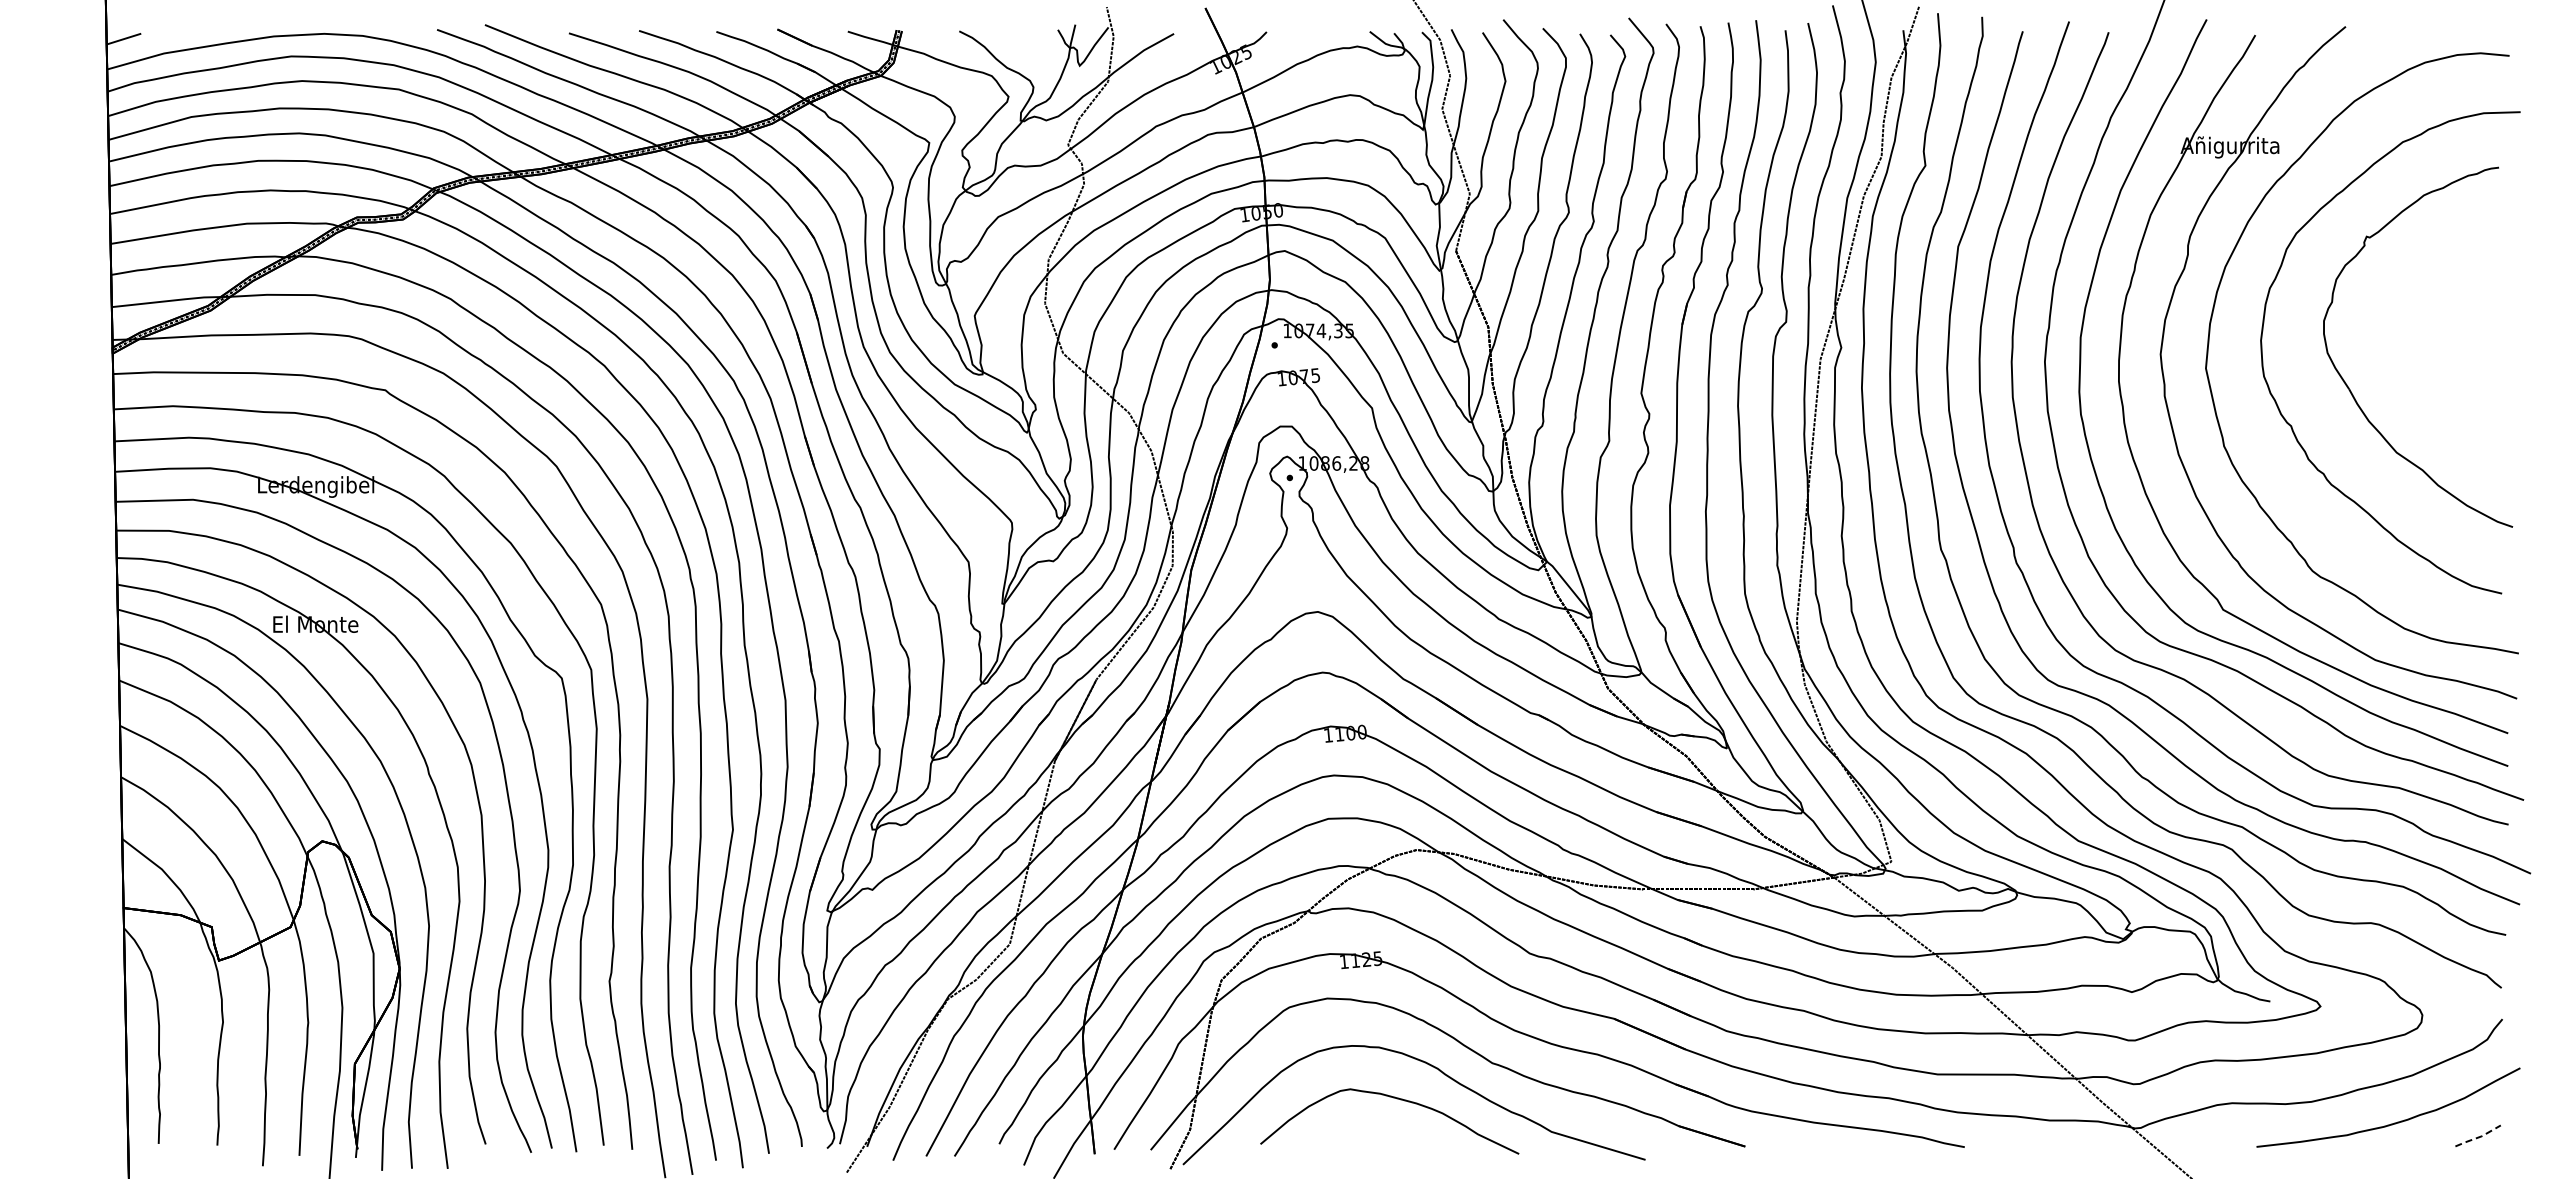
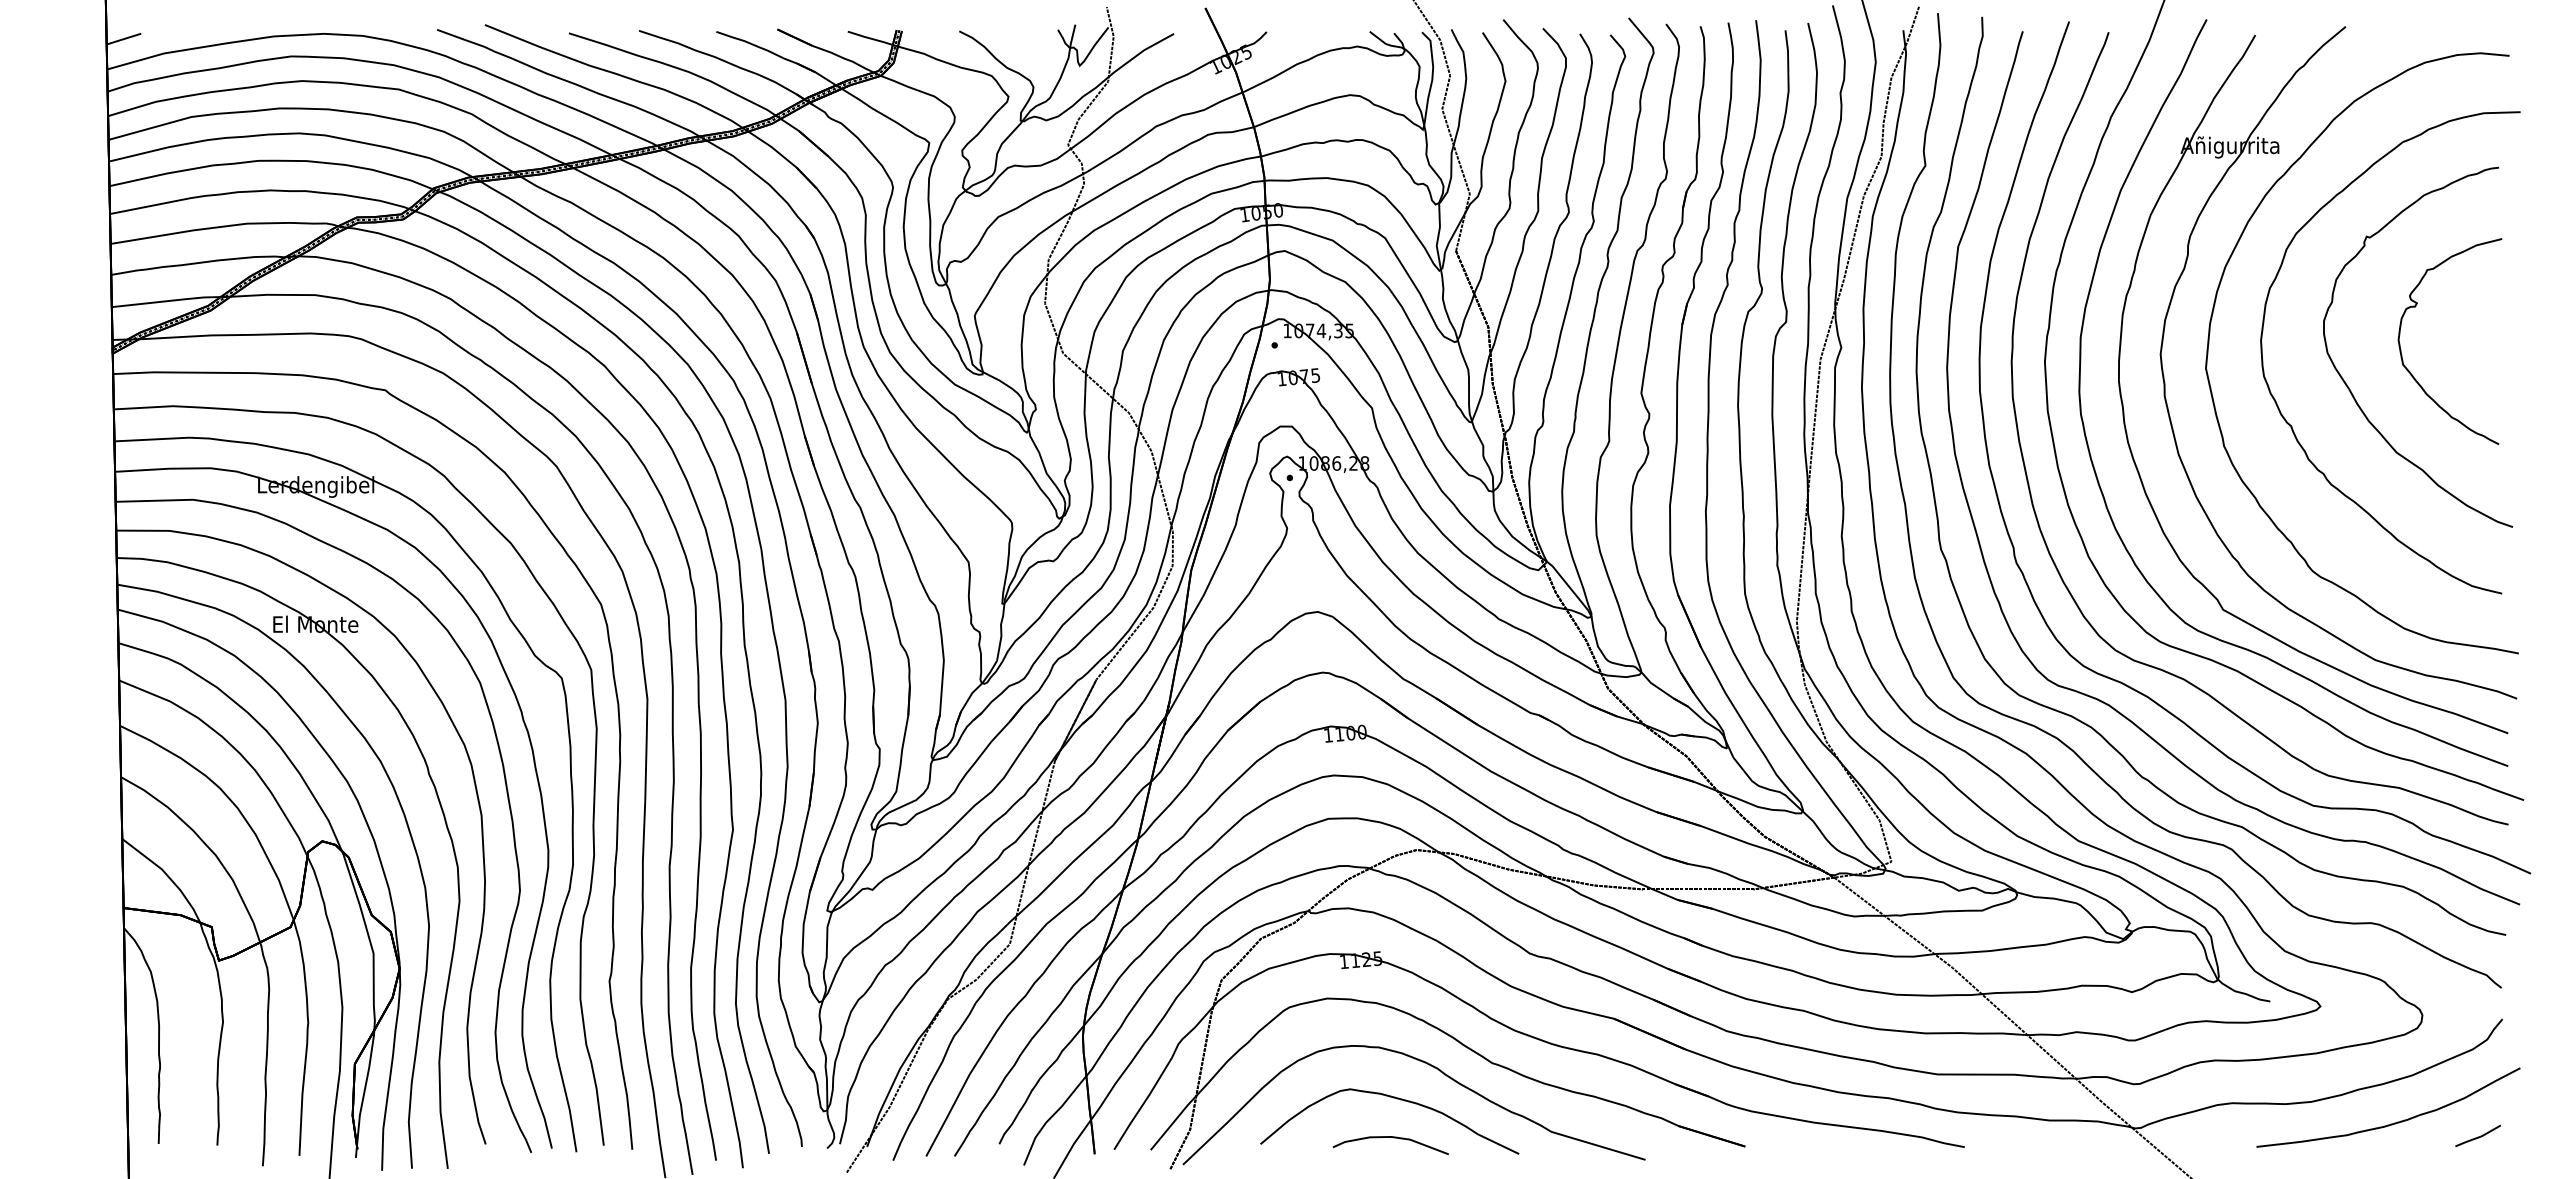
curve at (2415, 307): none -> present
line at (2478, 1137): dashed -> solid
curve at (1393, 1138): none -> present
